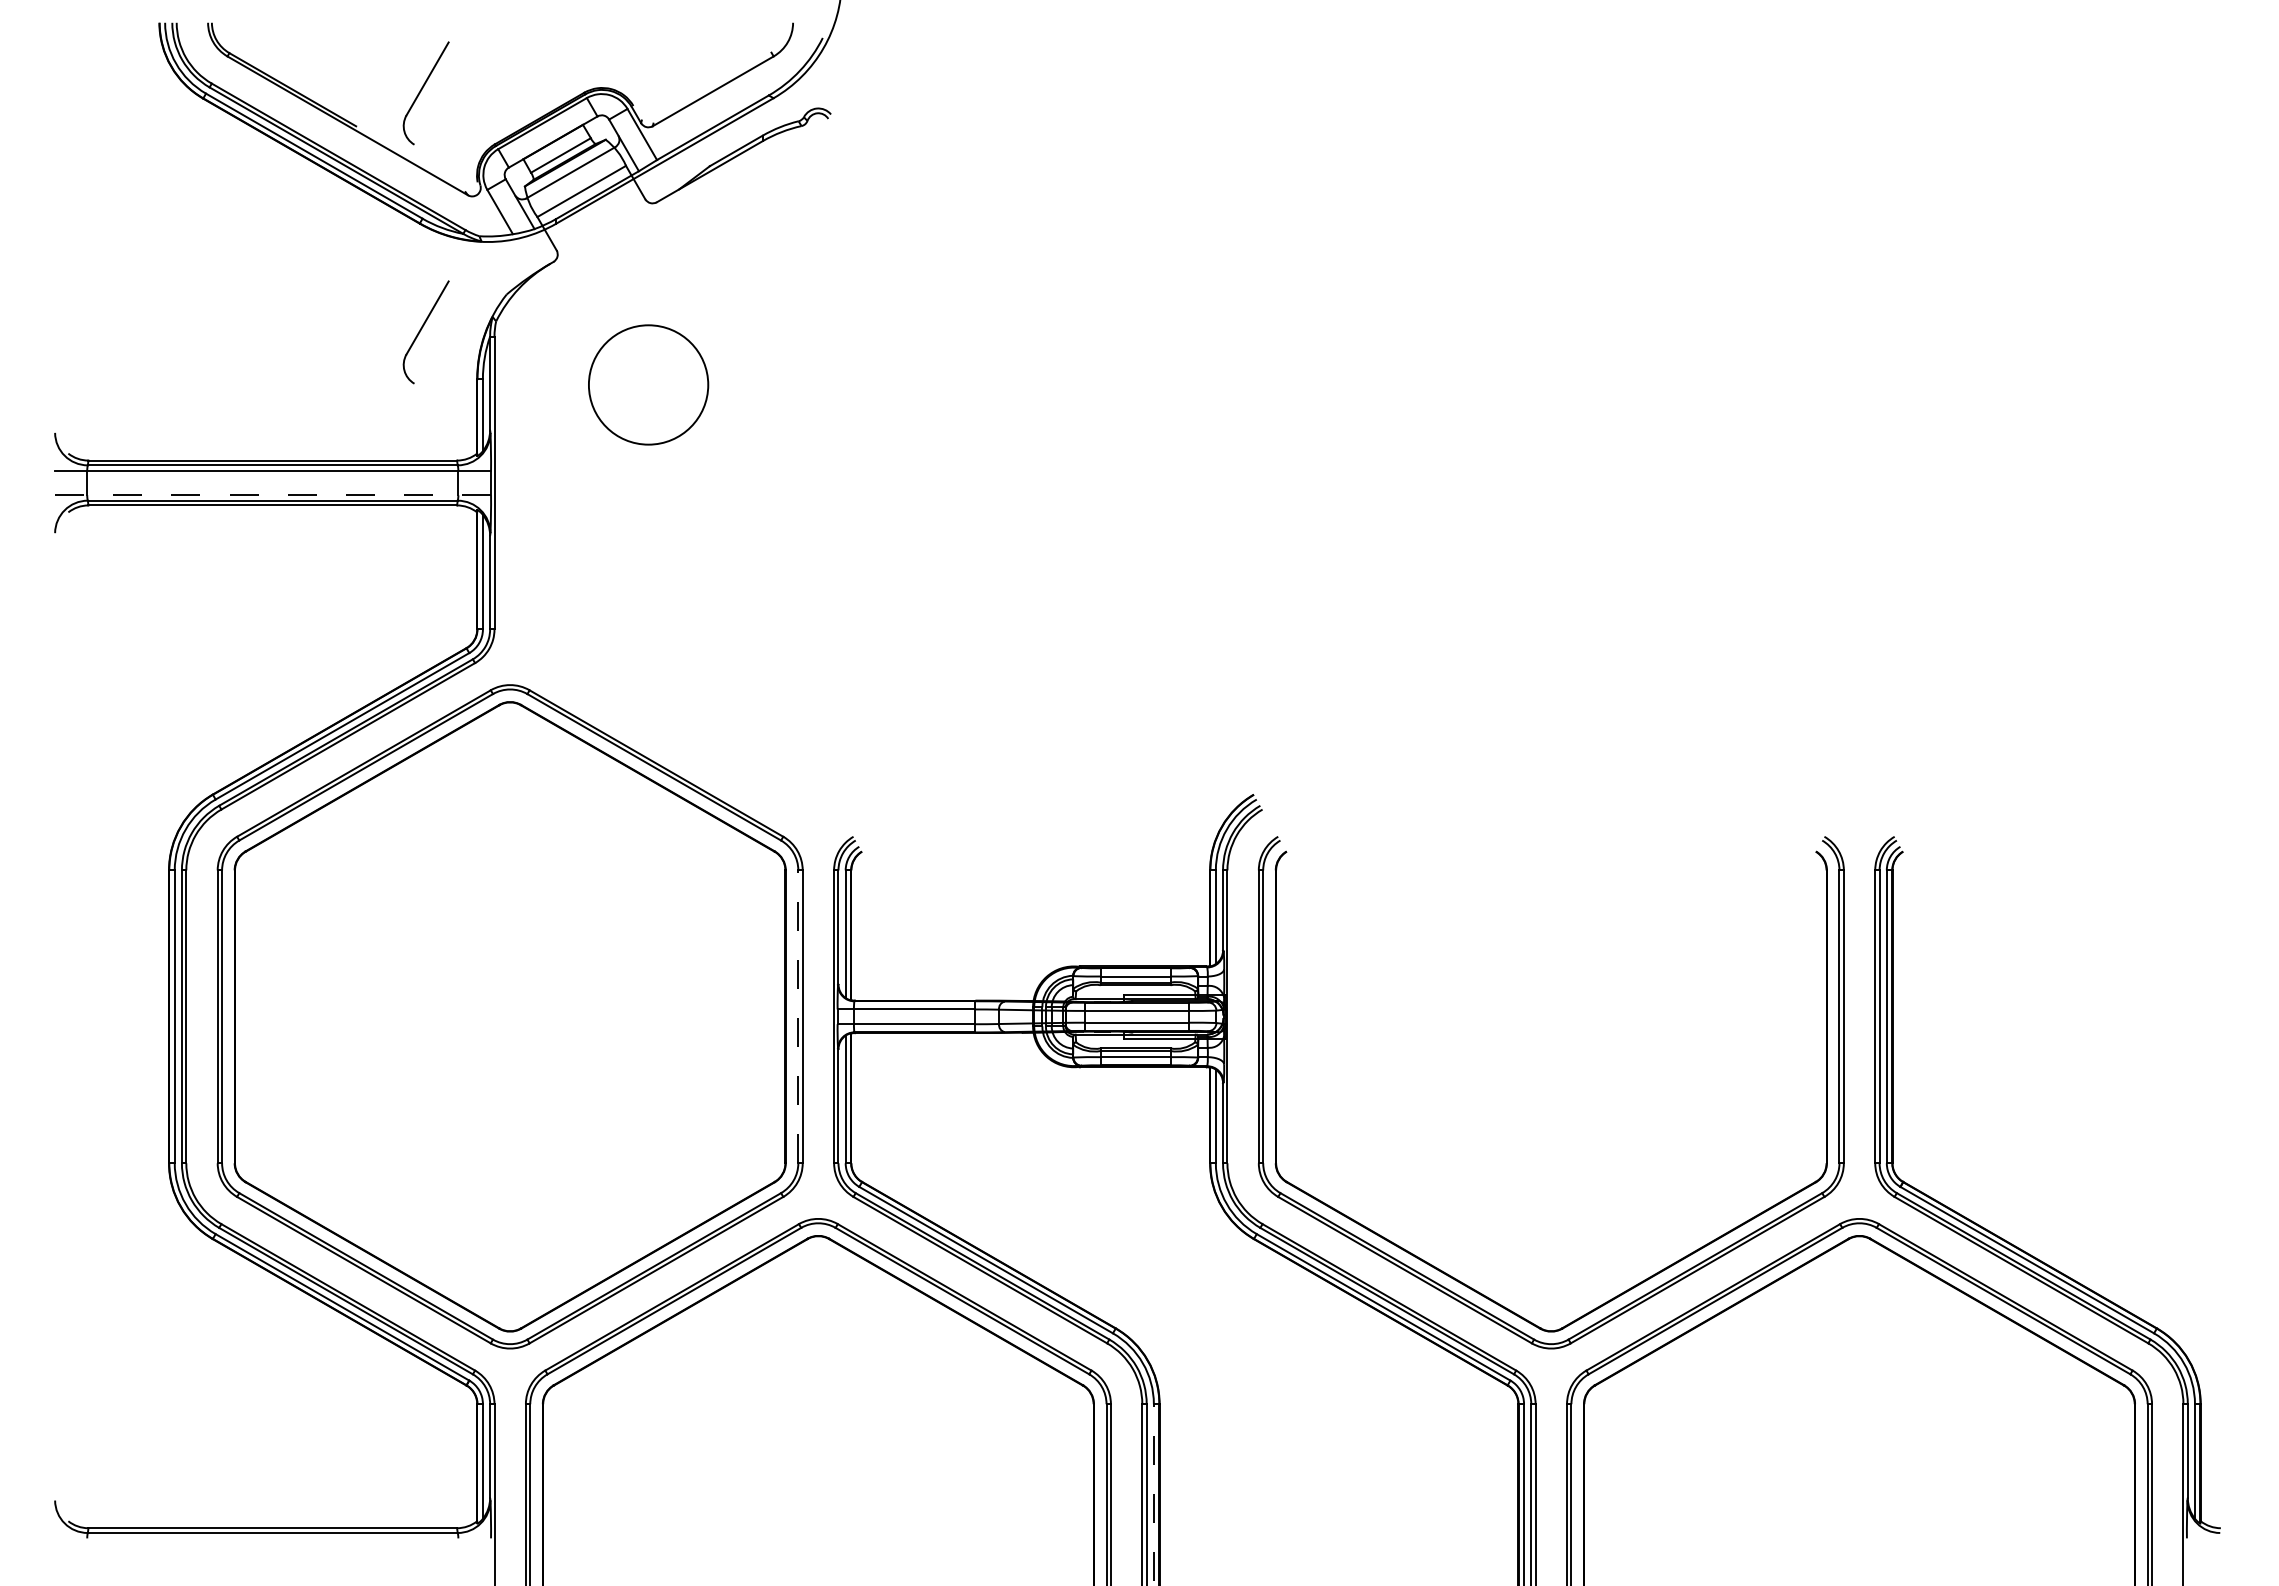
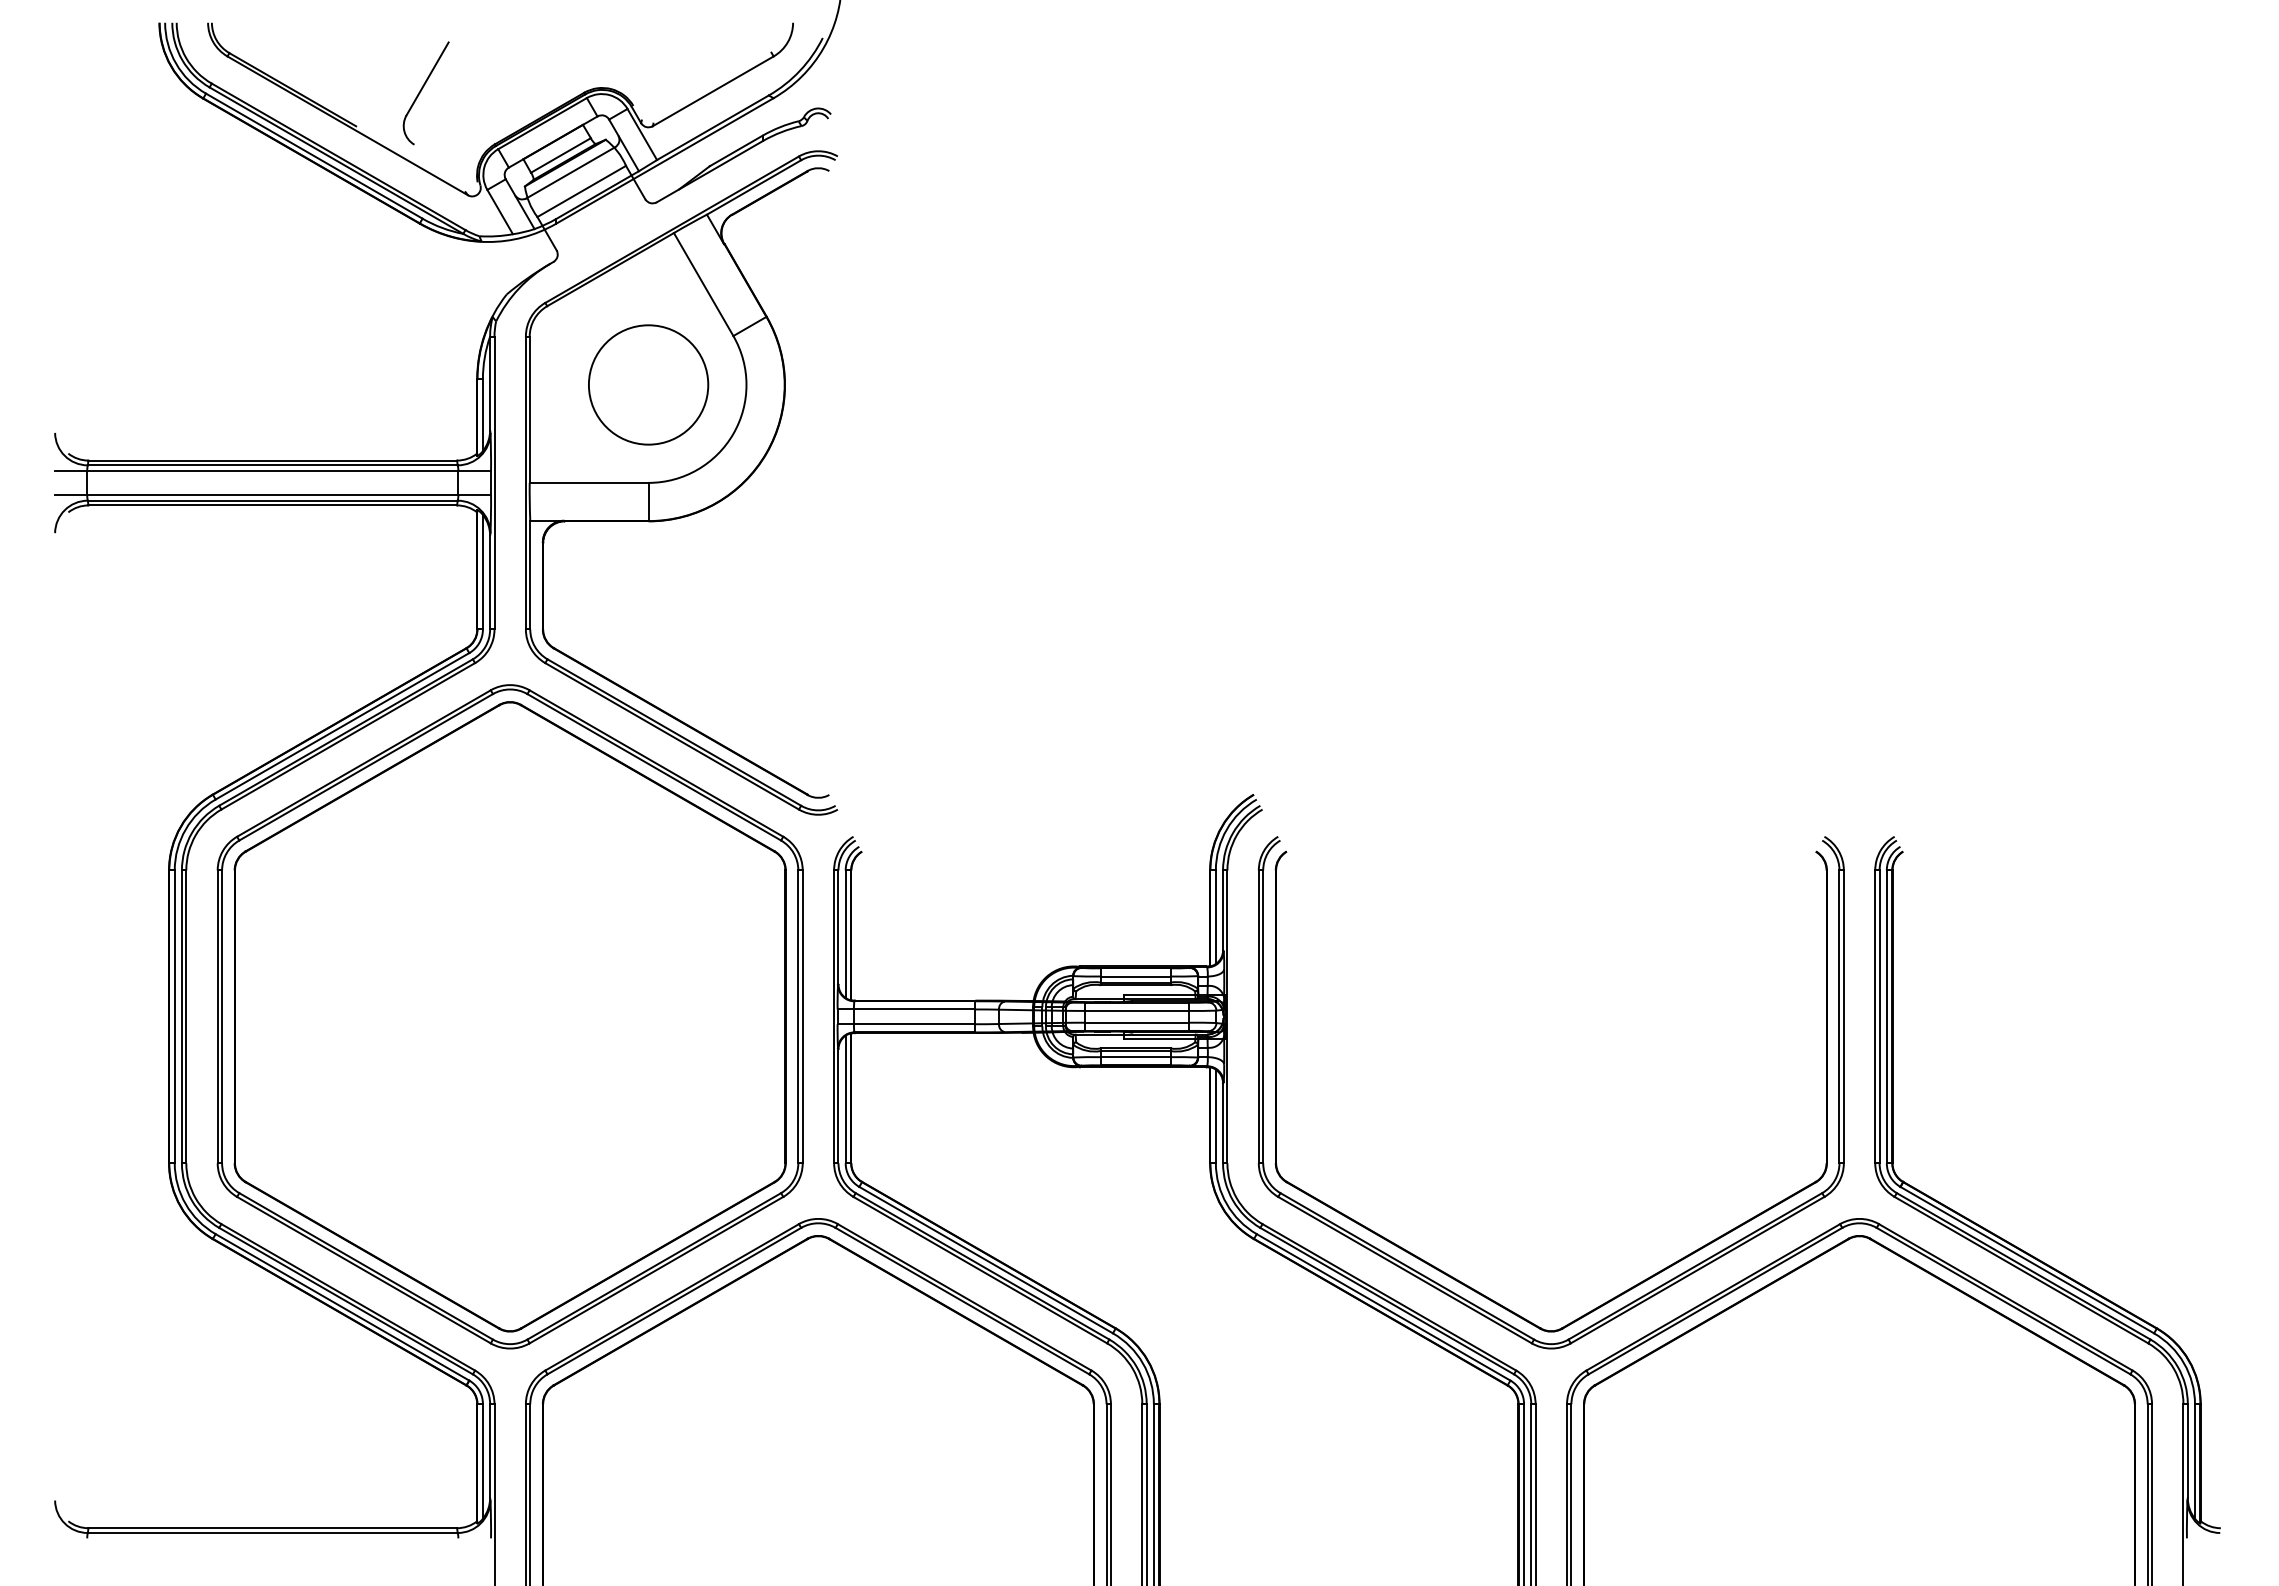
part at (425, 332): present -> none
part at (681, 482): none -> present
line at (272, 495): dashed -> solid
line at (798, 1016): dashed -> solid
line at (1153, 1494): dashed -> solid
